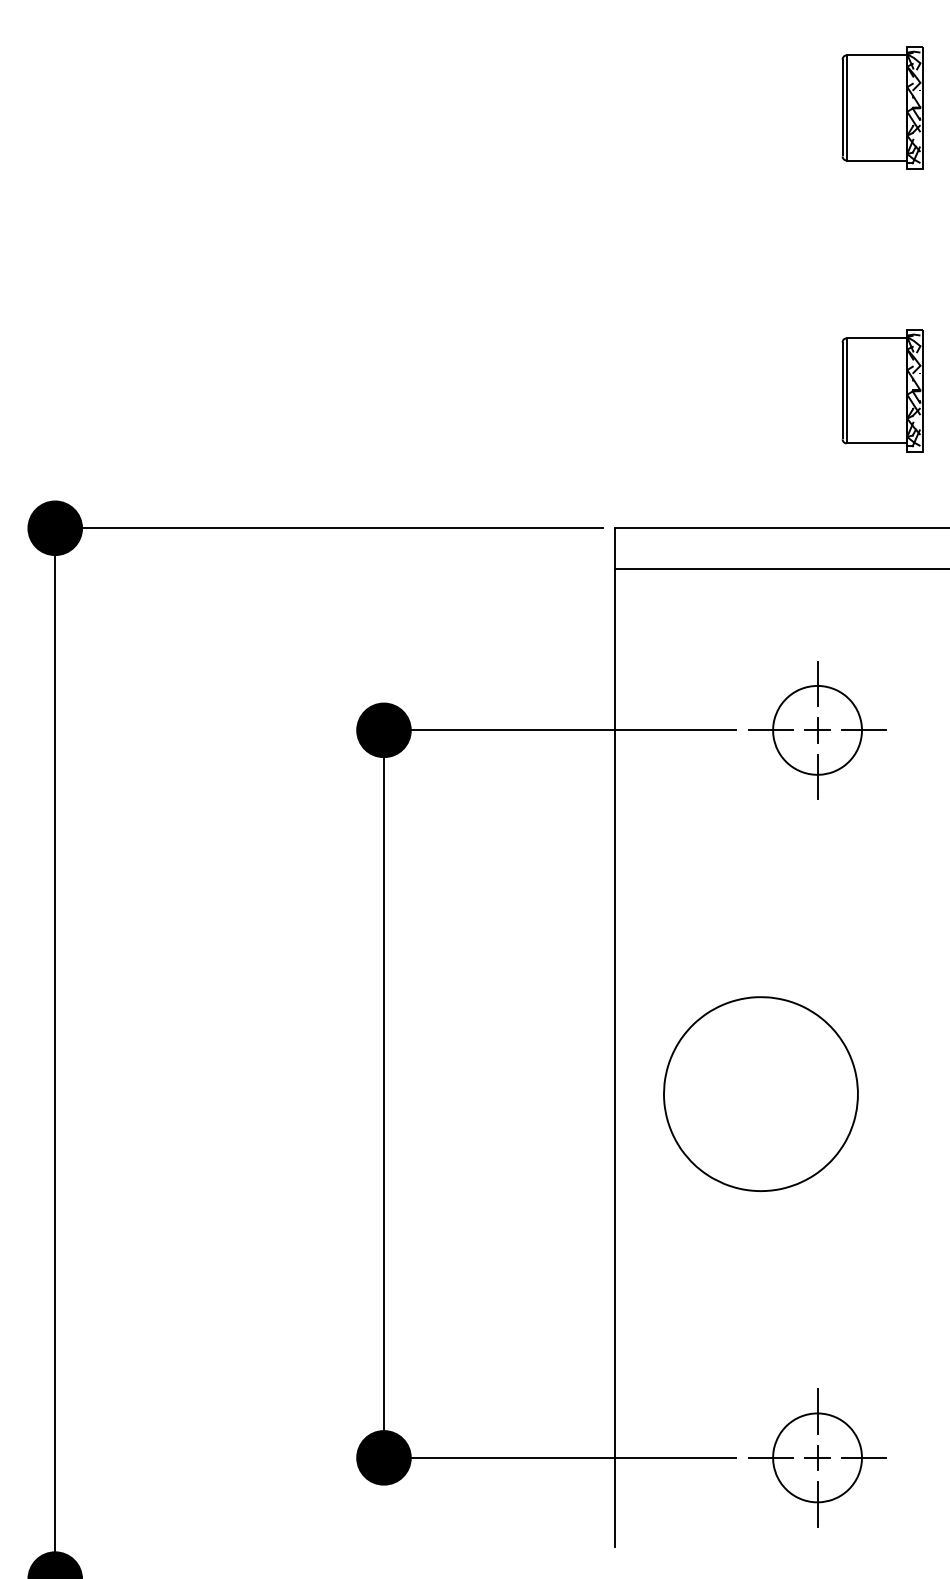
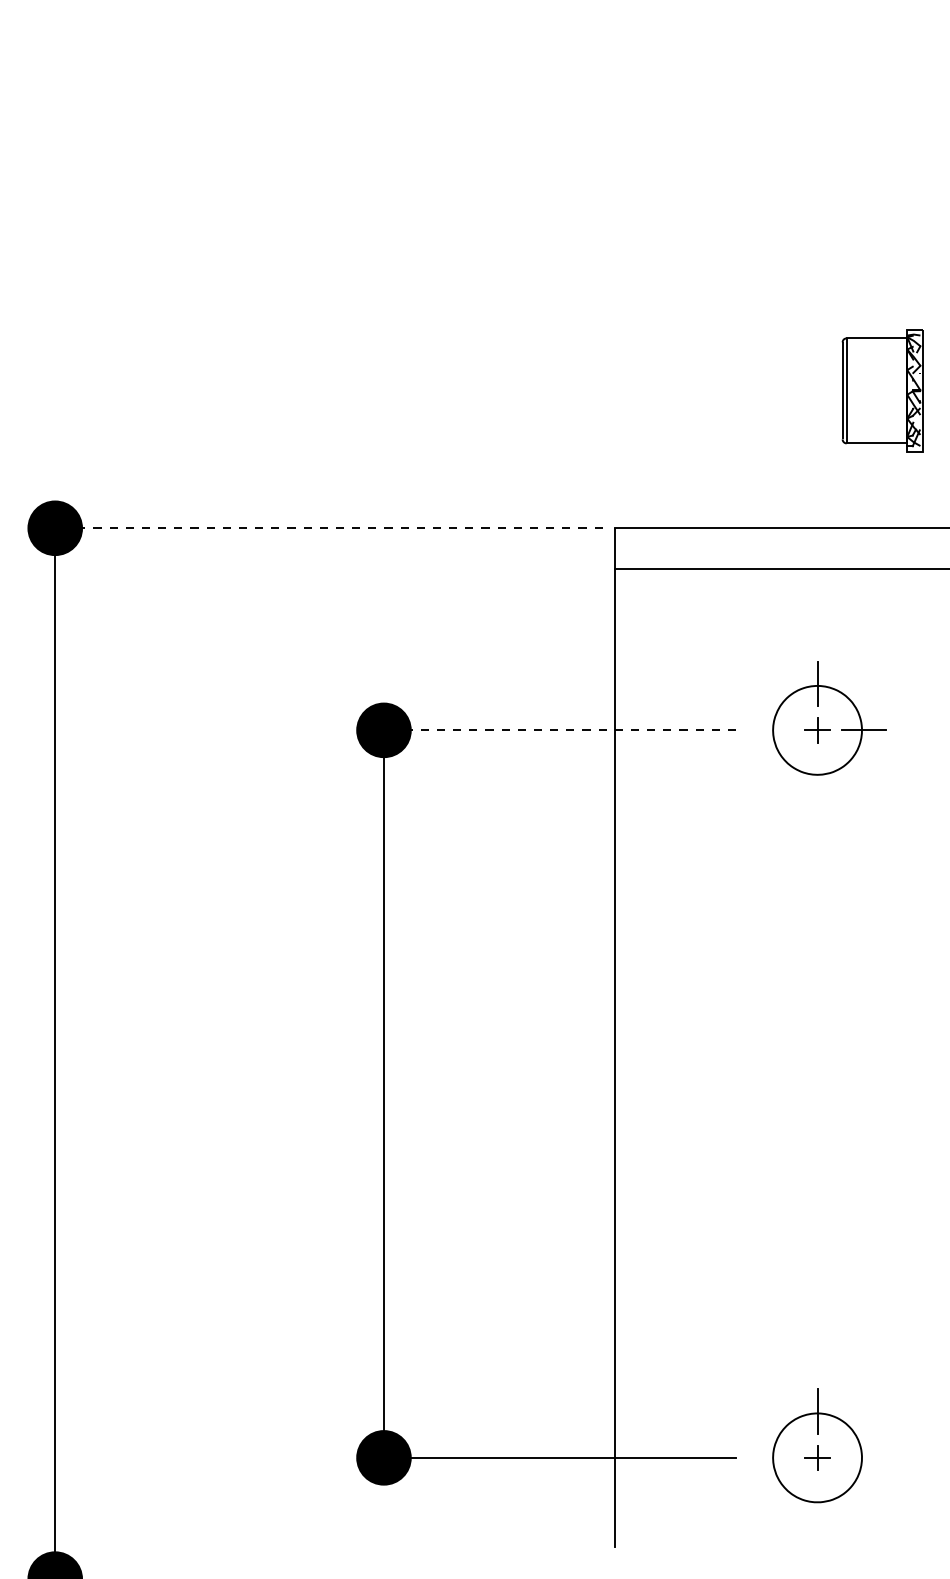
part at (882, 107): present -> none
line at (328, 528): solid -> dashed
line at (559, 730): solid -> dashed
line at (770, 730): present -> none
line at (817, 776): present -> none
part at (760, 1093): present -> none
line at (770, 1457): present -> none
line at (863, 1457): present -> none
line at (817, 1504): present -> none
